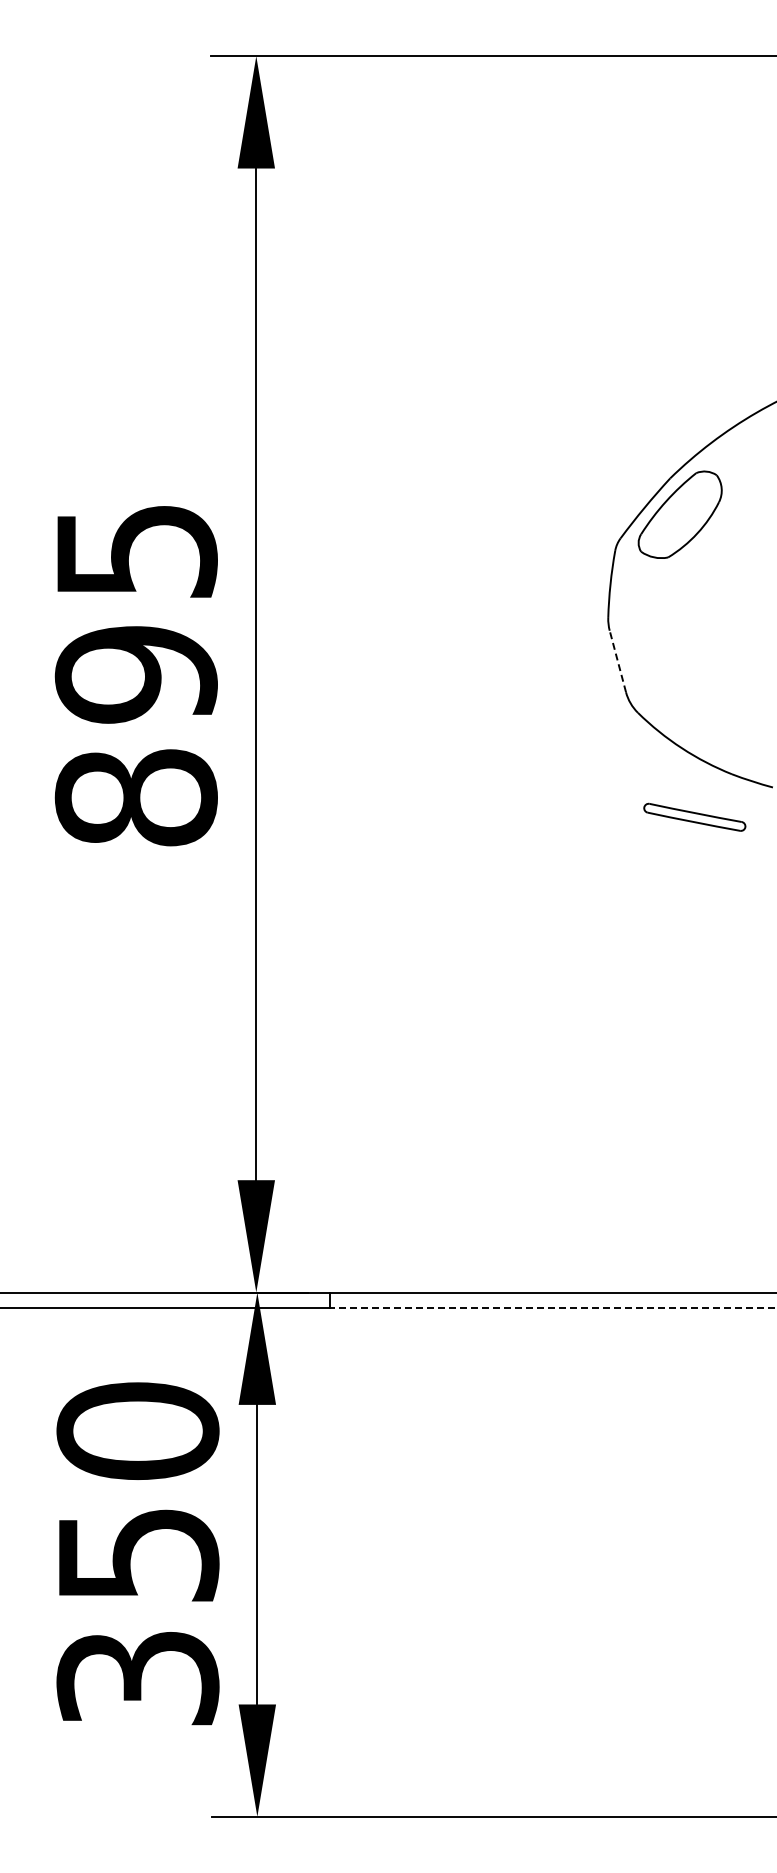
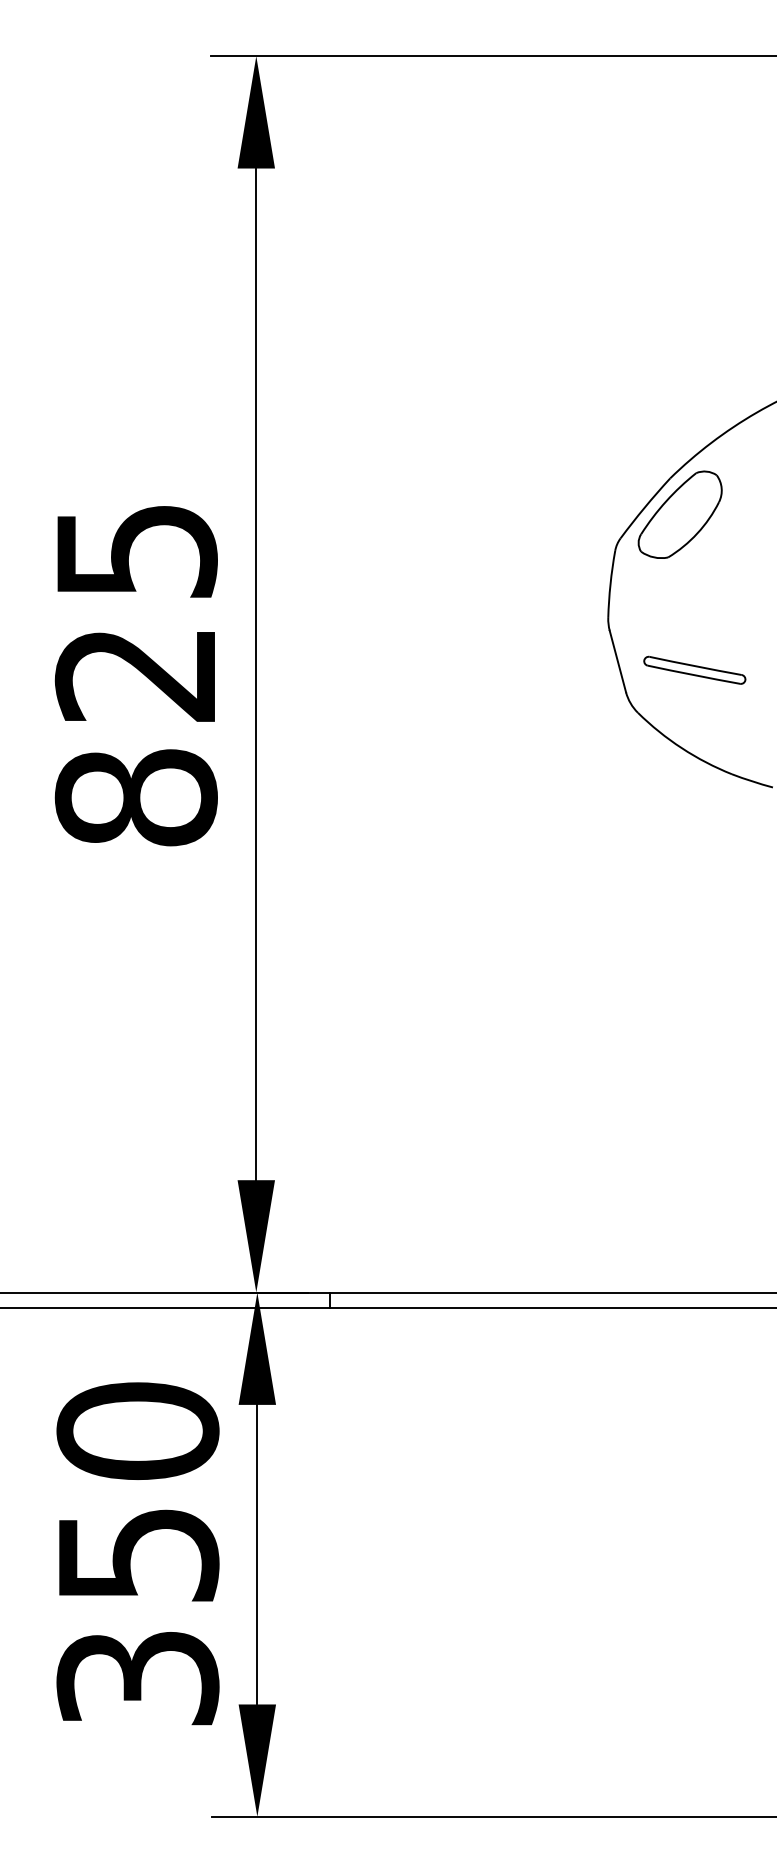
line at (617, 661): dashed -> solid
text at (135, 674): 895 -> 825
part at (694, 816) position: (694, 816) -> (694, 669)
line at (553, 1307): dashed -> solid
